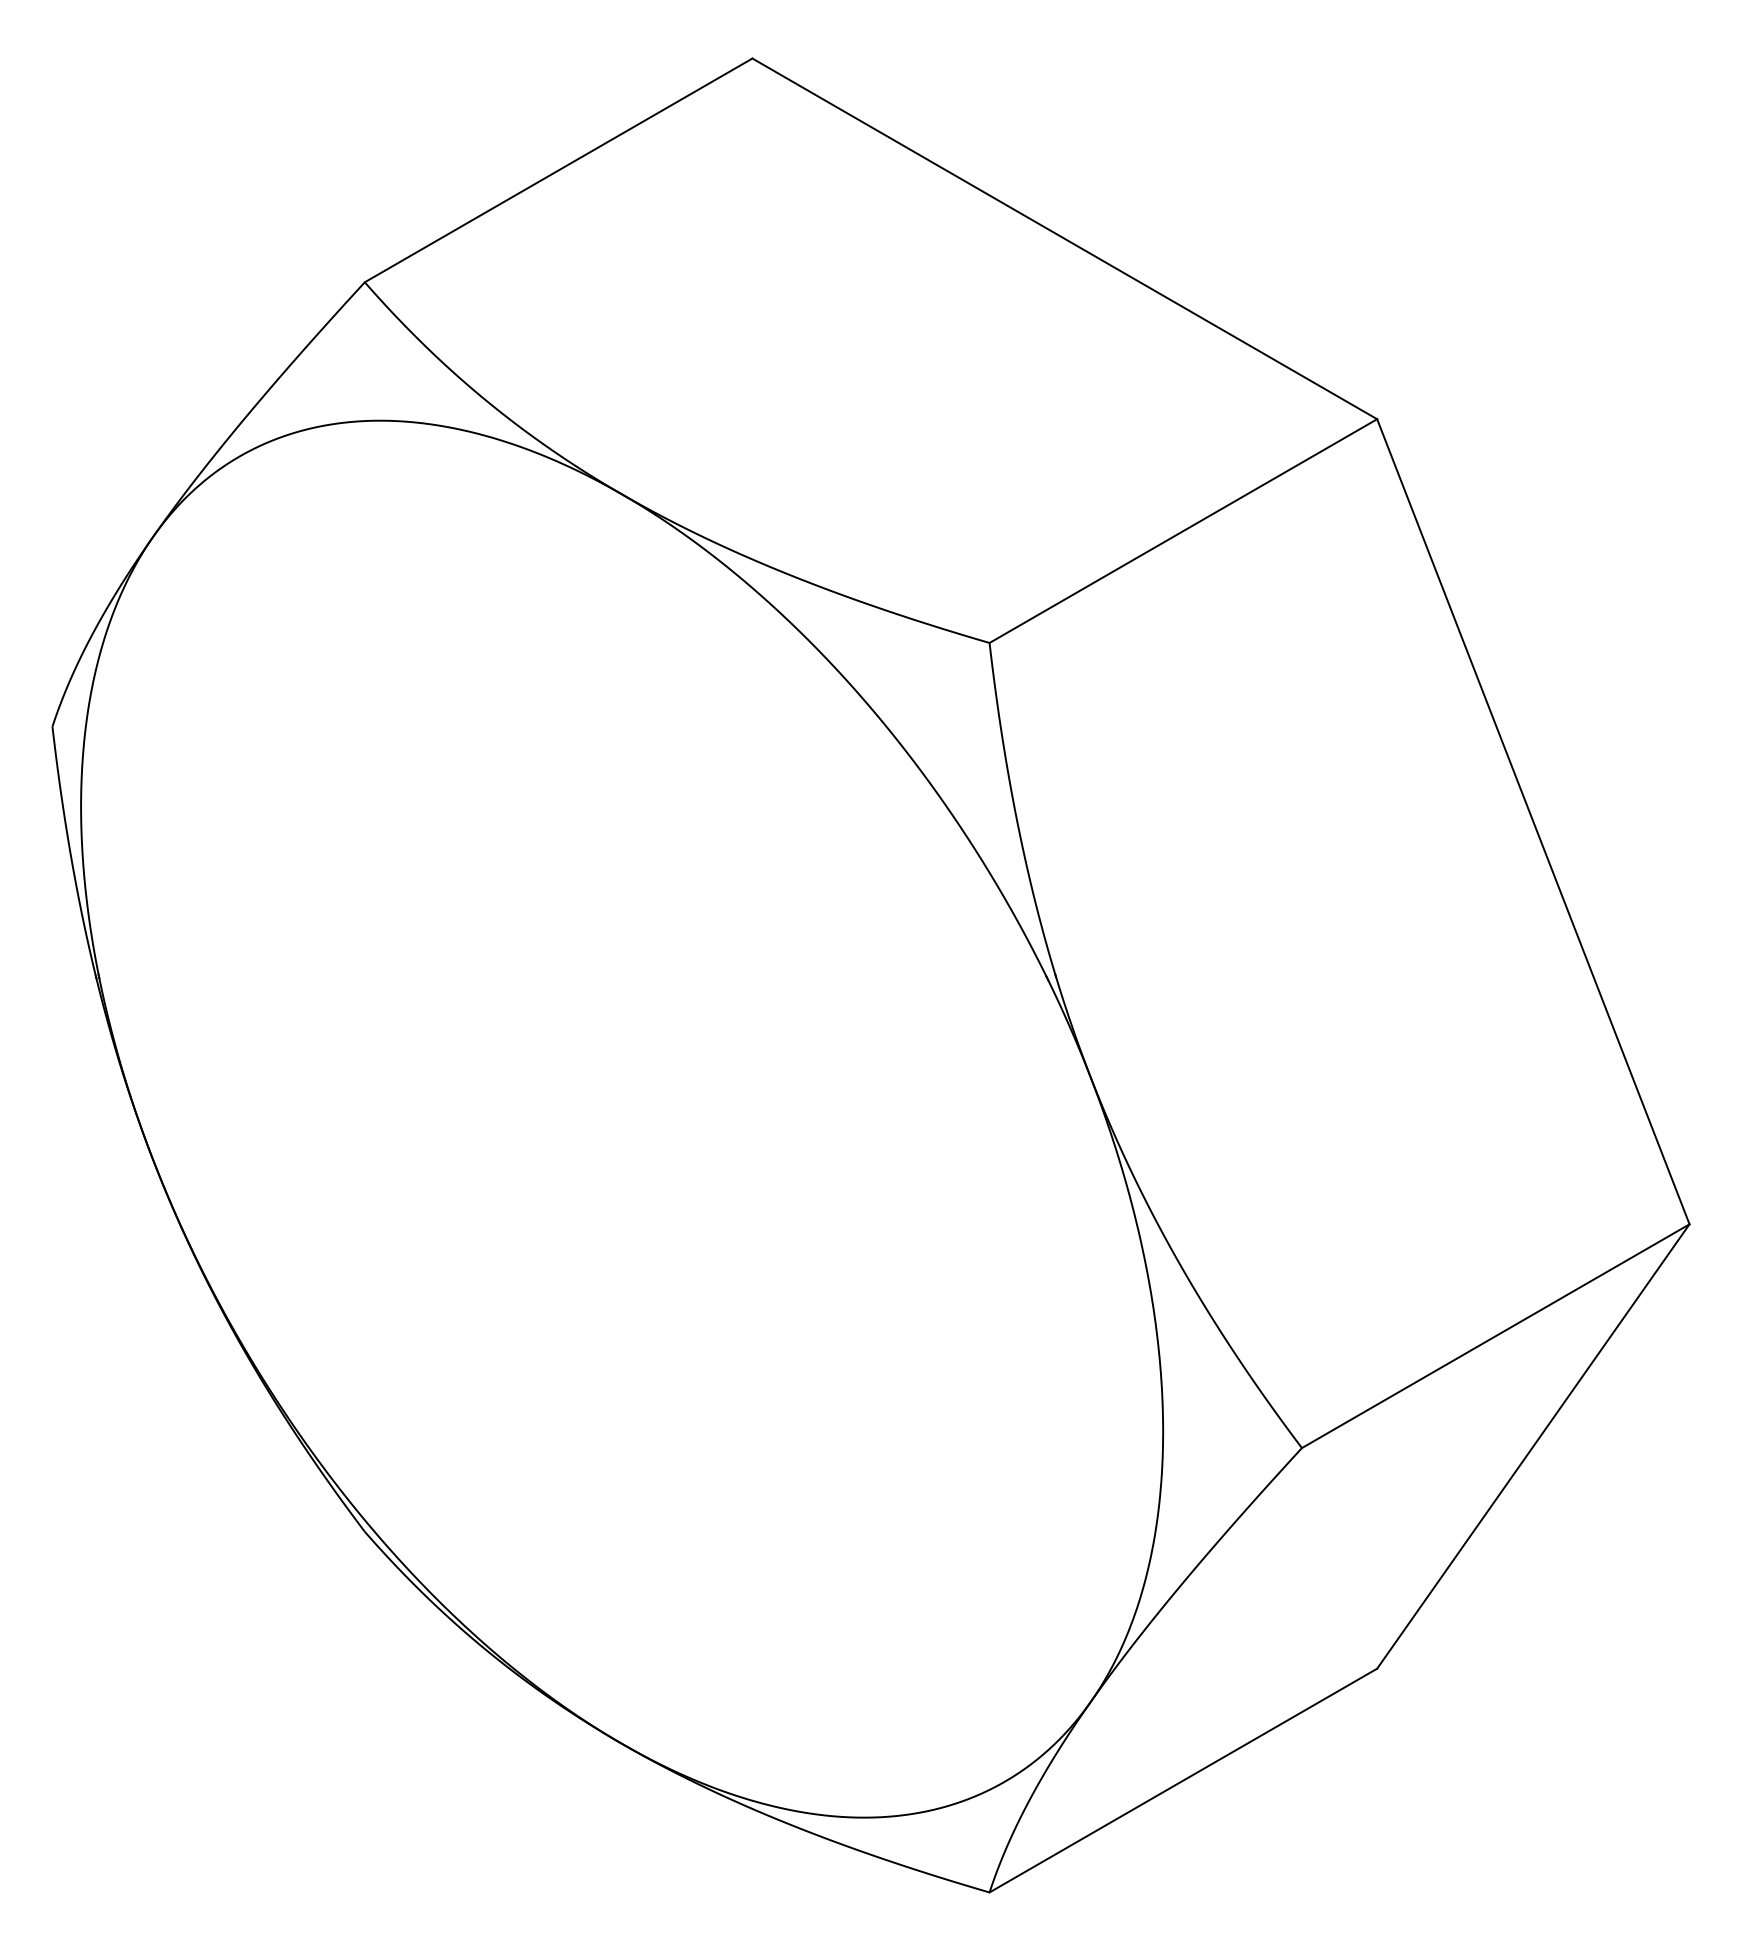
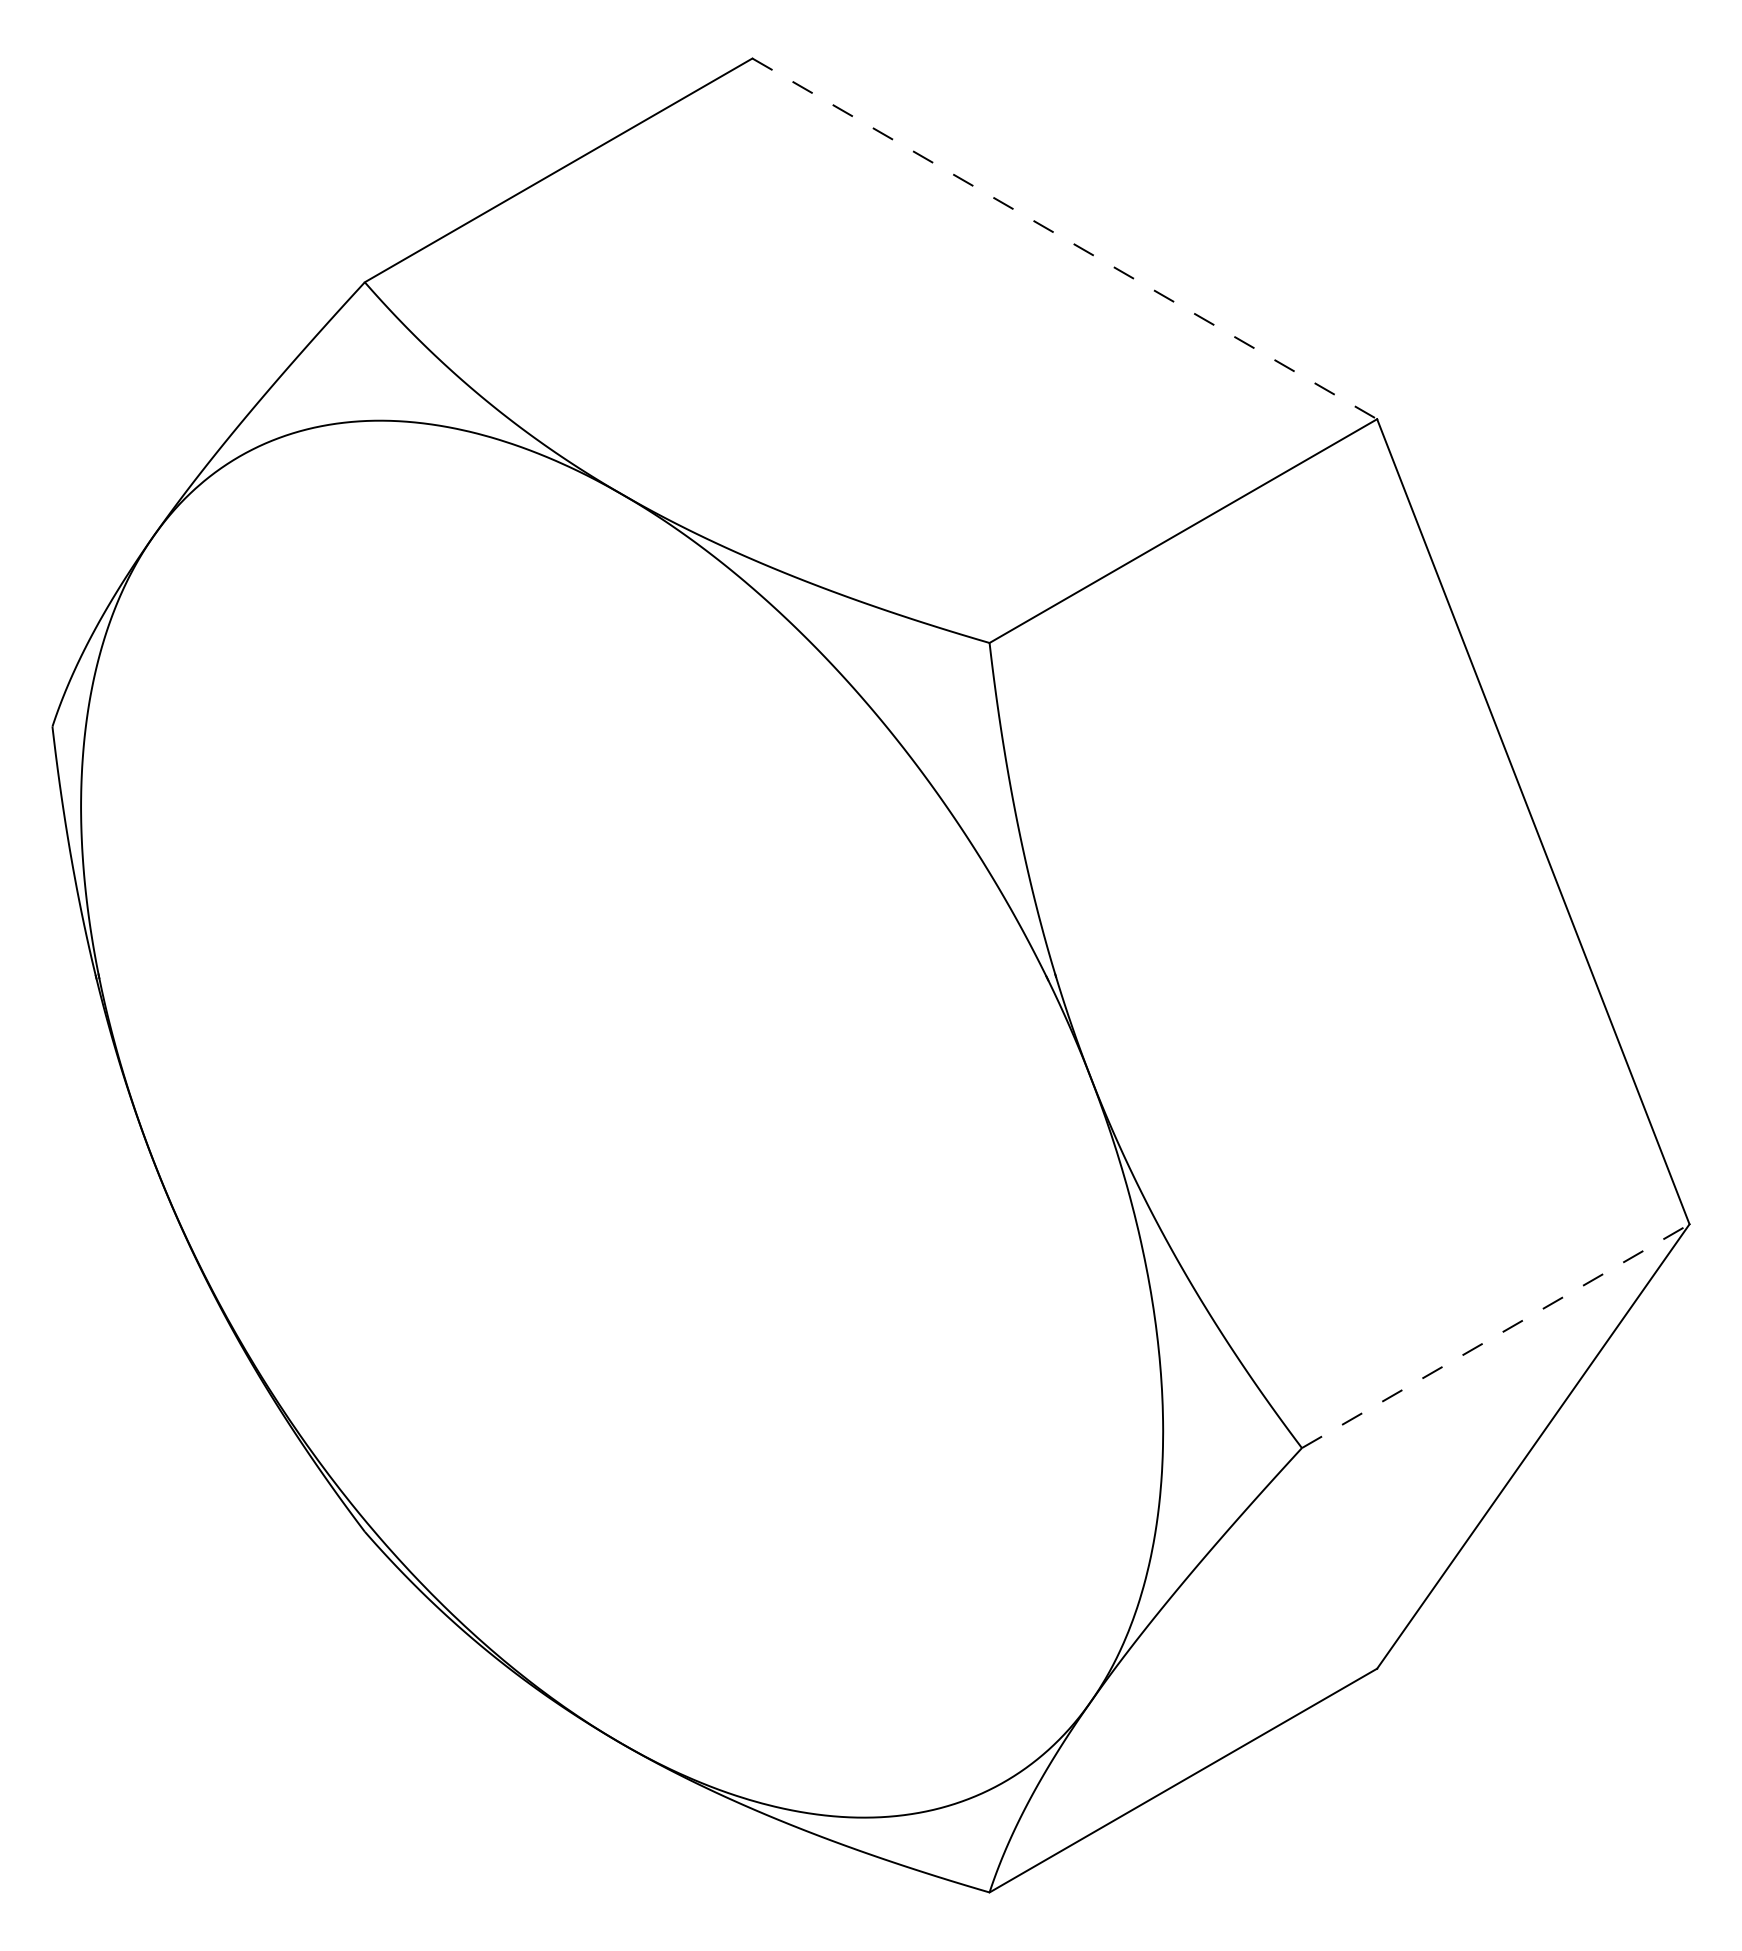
line at (1064, 238): solid -> dashed
line at (1495, 1336): solid -> dashed
